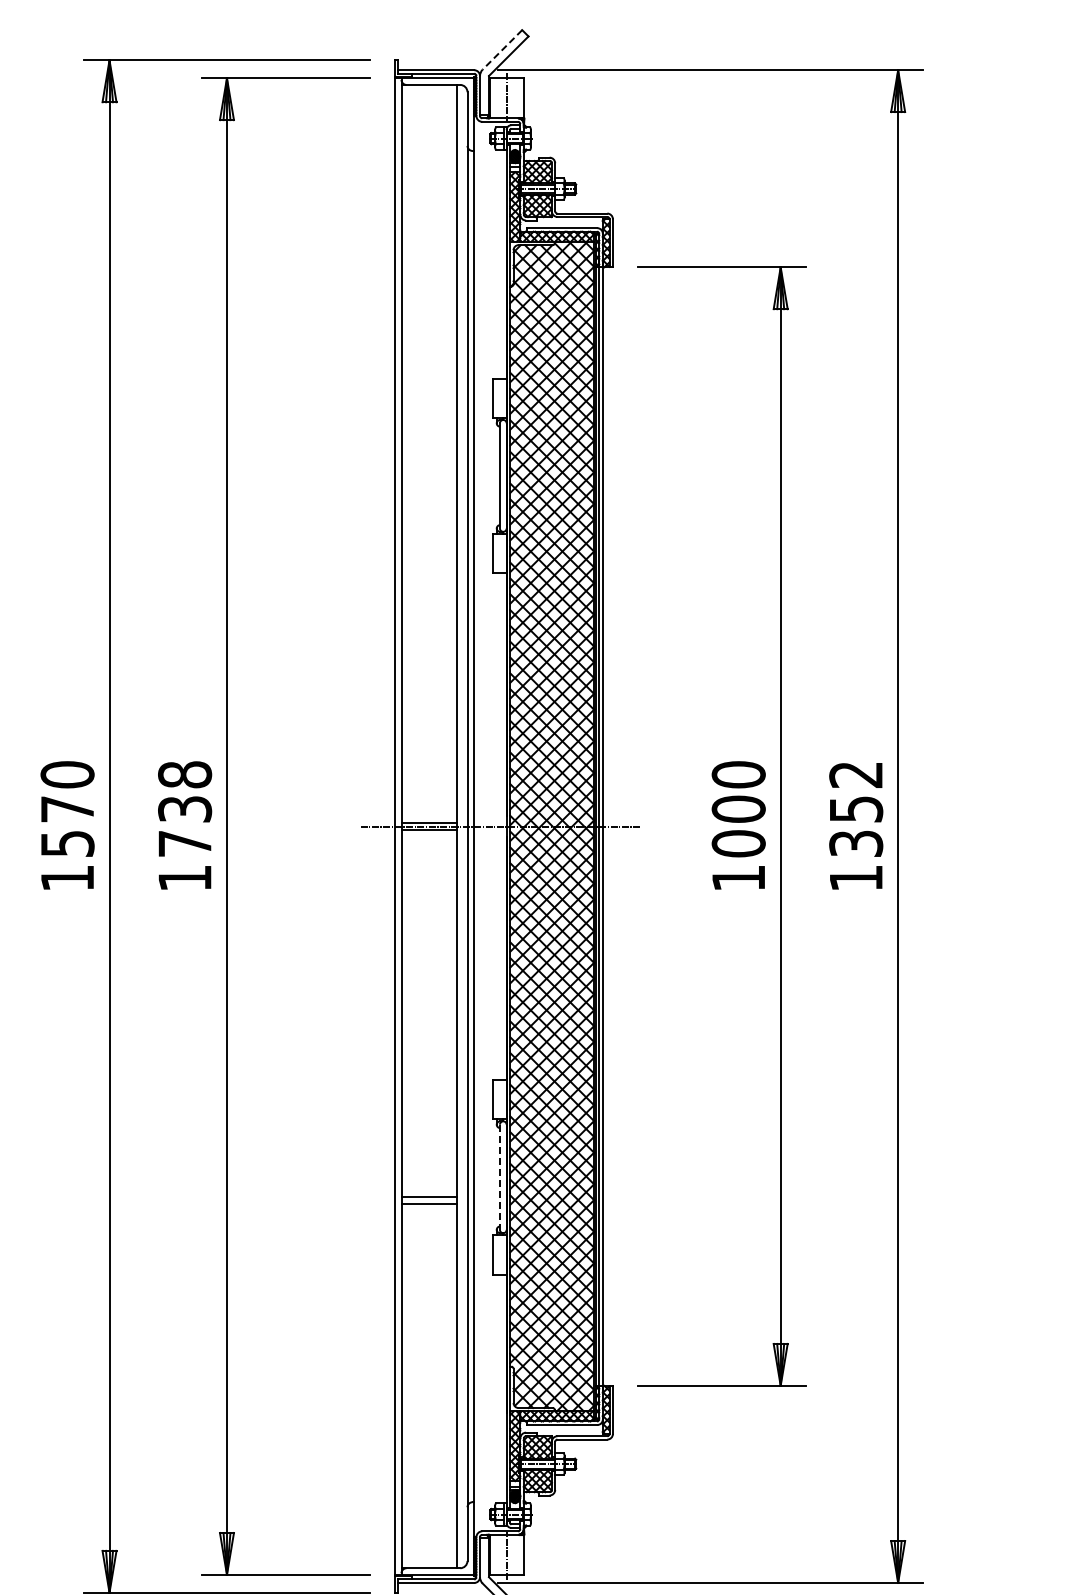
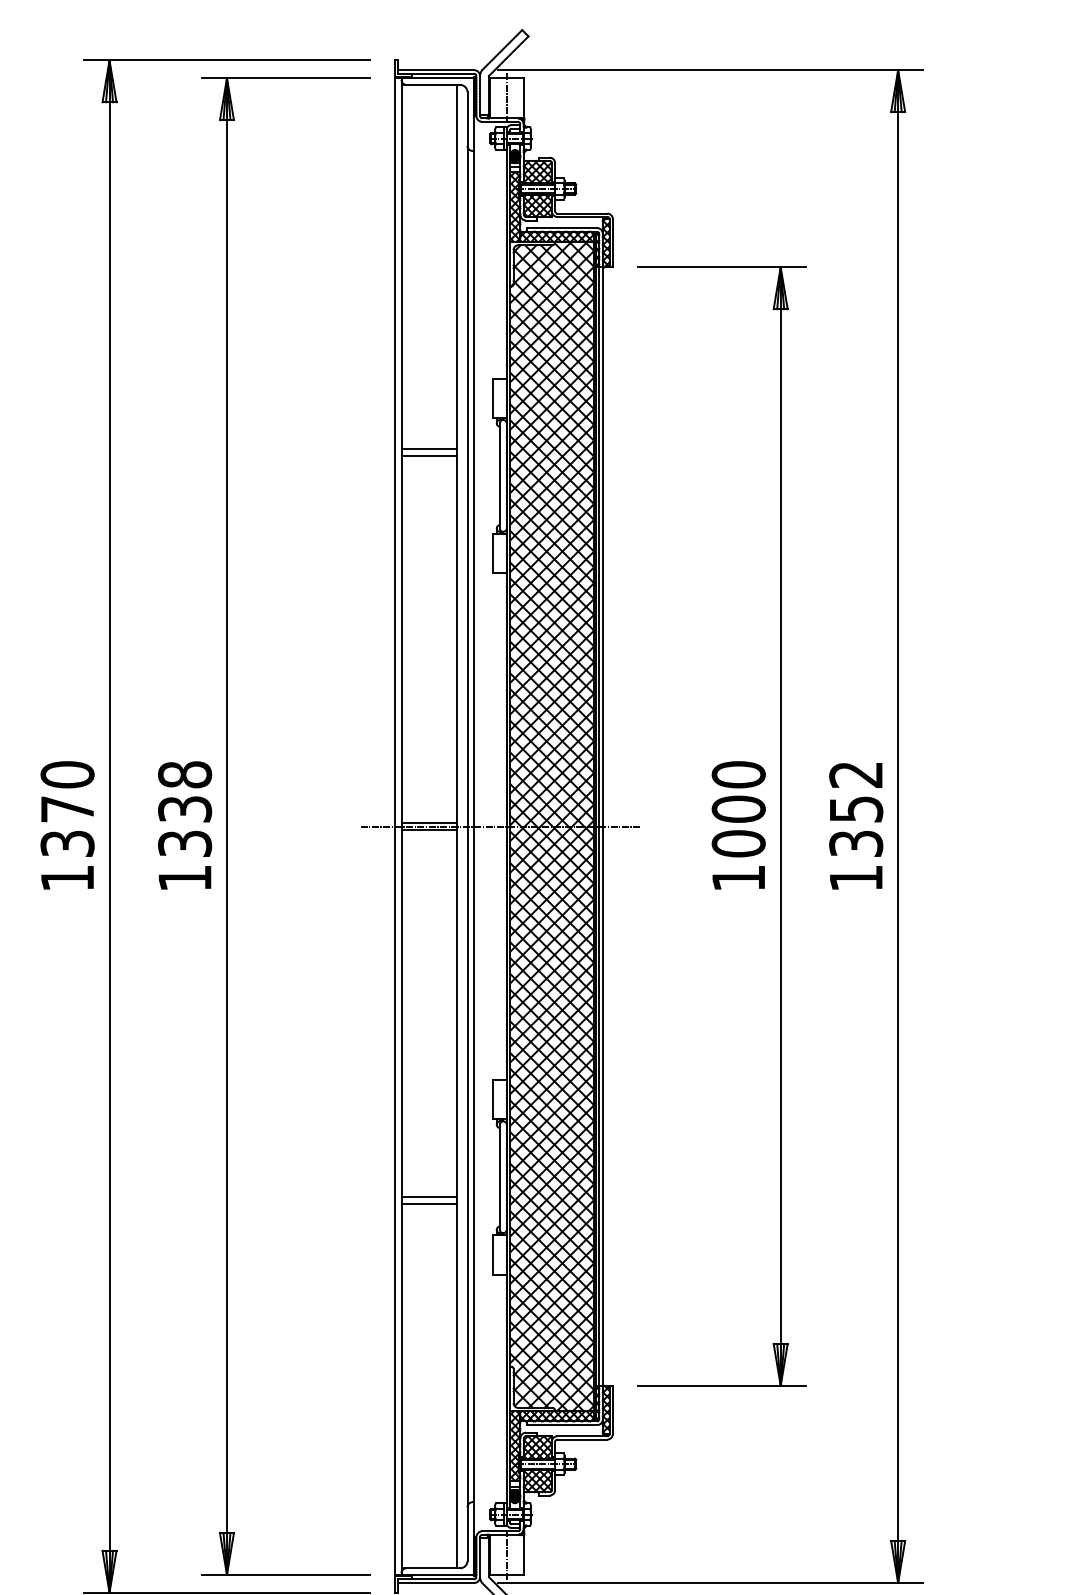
line at (502, 49): dashed -> solid
line at (429, 449): none -> present
line at (429, 455): none -> present
text at (67, 843): 1570 -> 1370
text at (185, 843): 1738 -> 1338
line at (499, 1177): dashed -> solid
